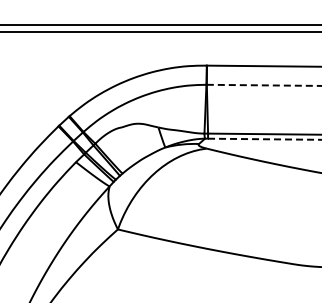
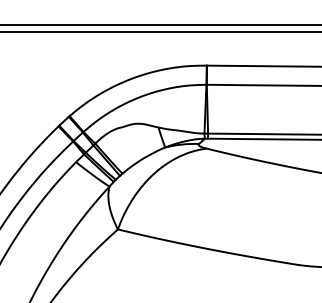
line at (264, 85): dashed -> solid
line at (265, 139): dashed -> solid
